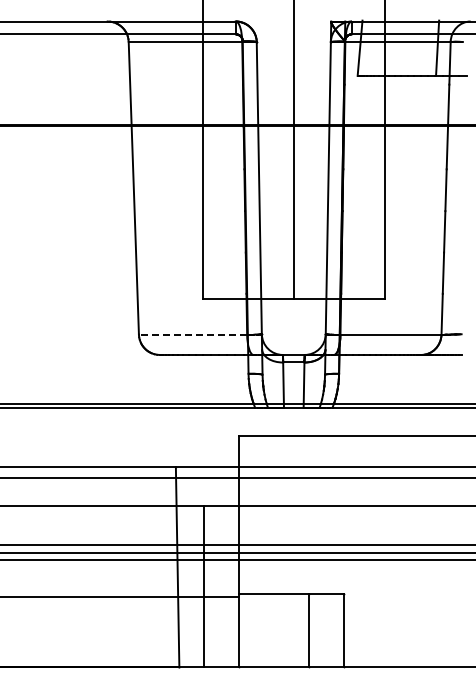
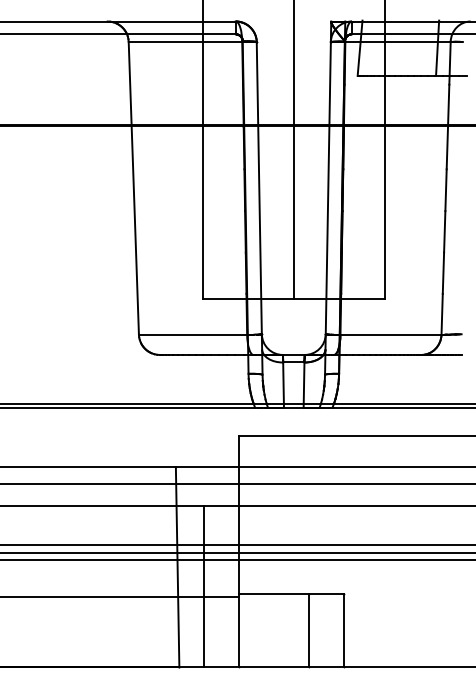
line at (192, 334): dashed -> solid
line at (237, 478) position: (237, 478) -> (237, 484)
